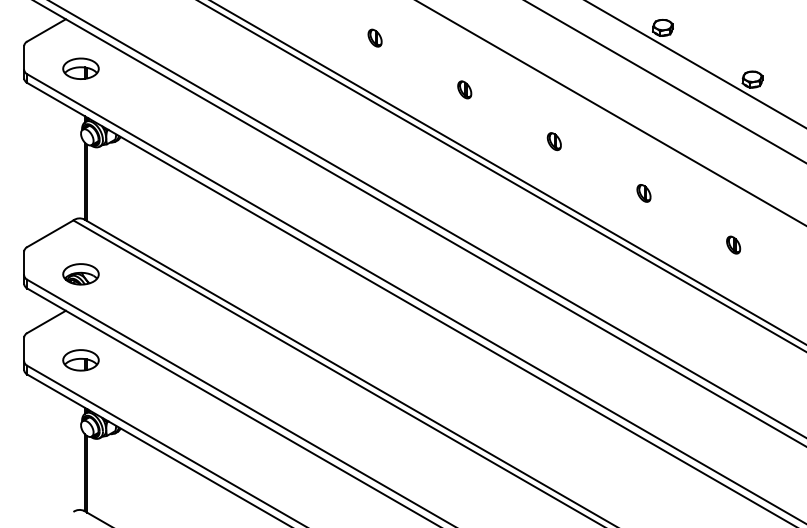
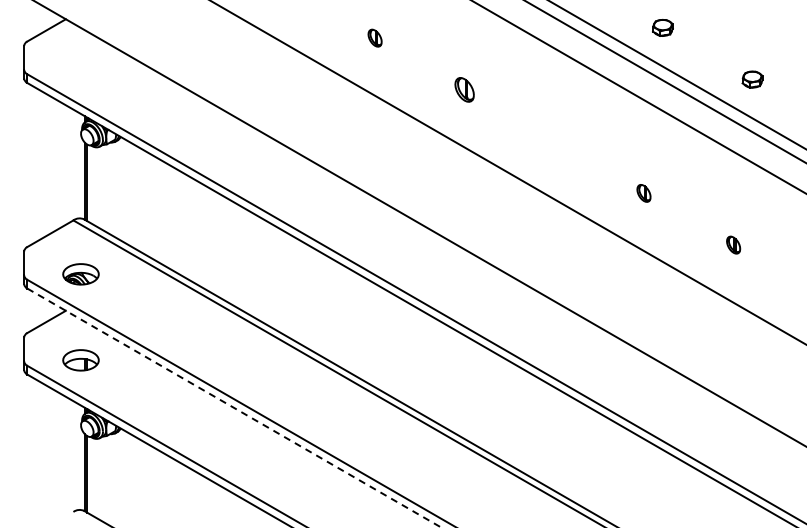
line at (695, 64) position: (695, 64) -> (677, 74)
part at (80, 68): present -> none
part at (464, 89) size: 16x20 px -> 21x26 px
line at (610, 113) position: (610, 113) -> (638, 97)
part at (553, 141): present -> none
line at (501, 176): present -> none
line at (427, 219): present -> none
line at (235, 408): solid -> dashed
